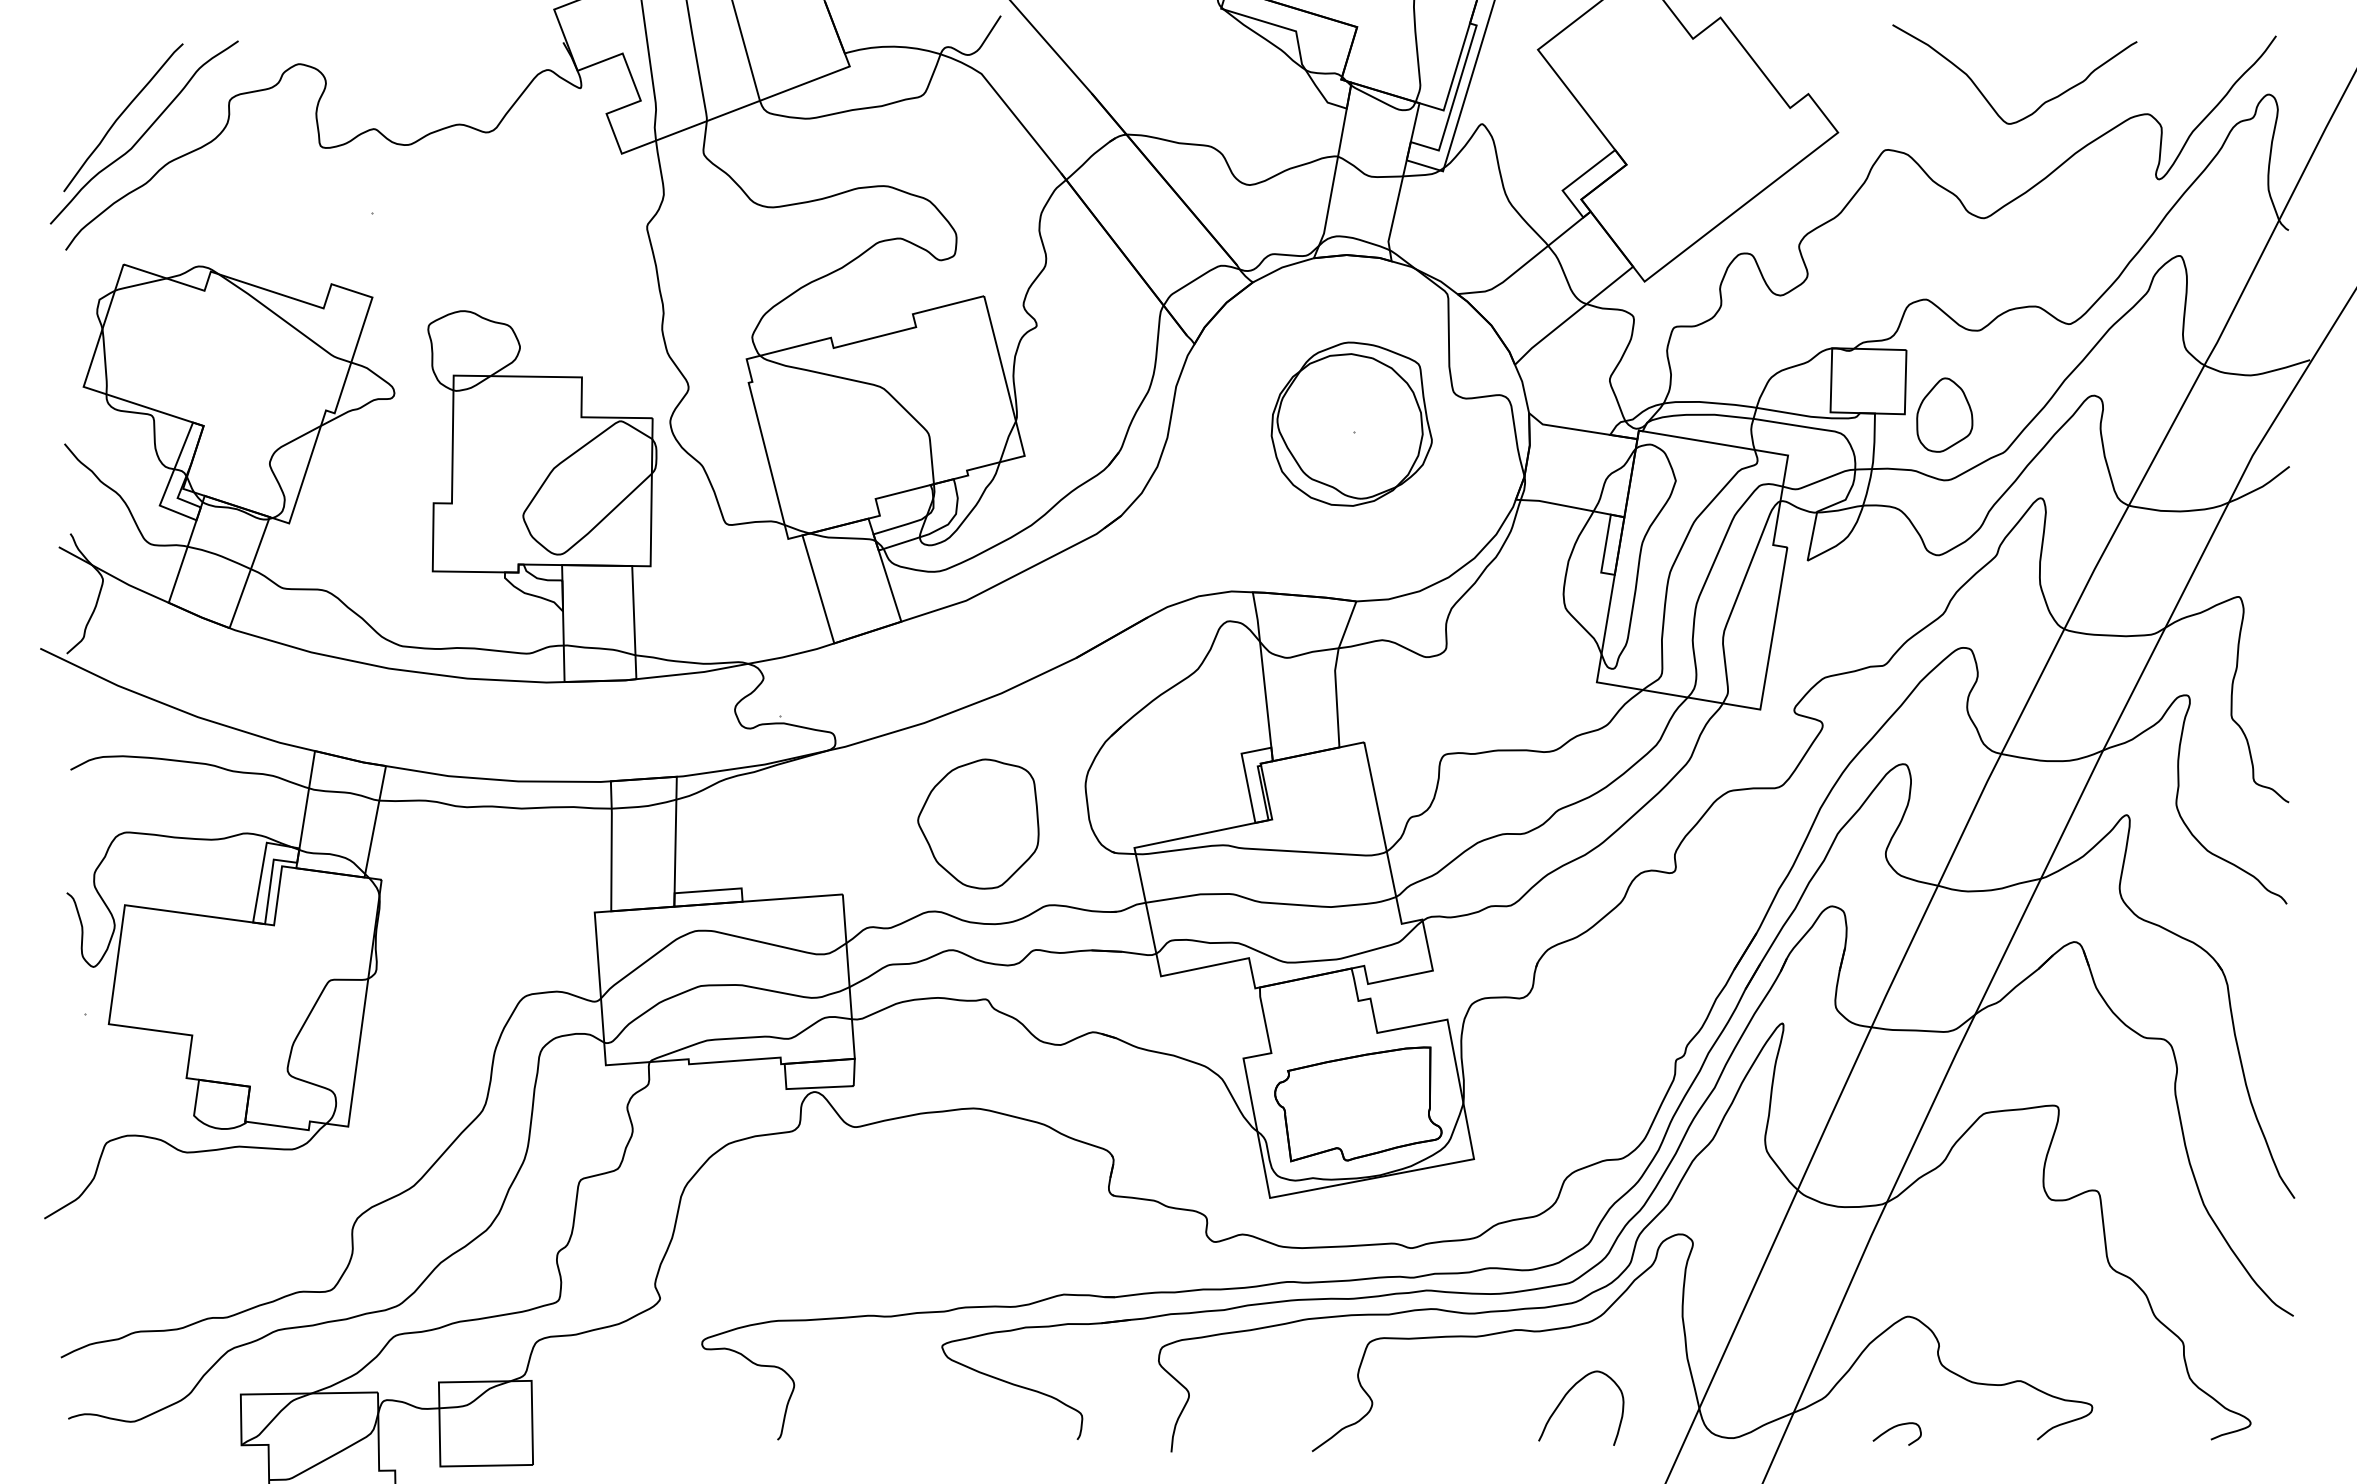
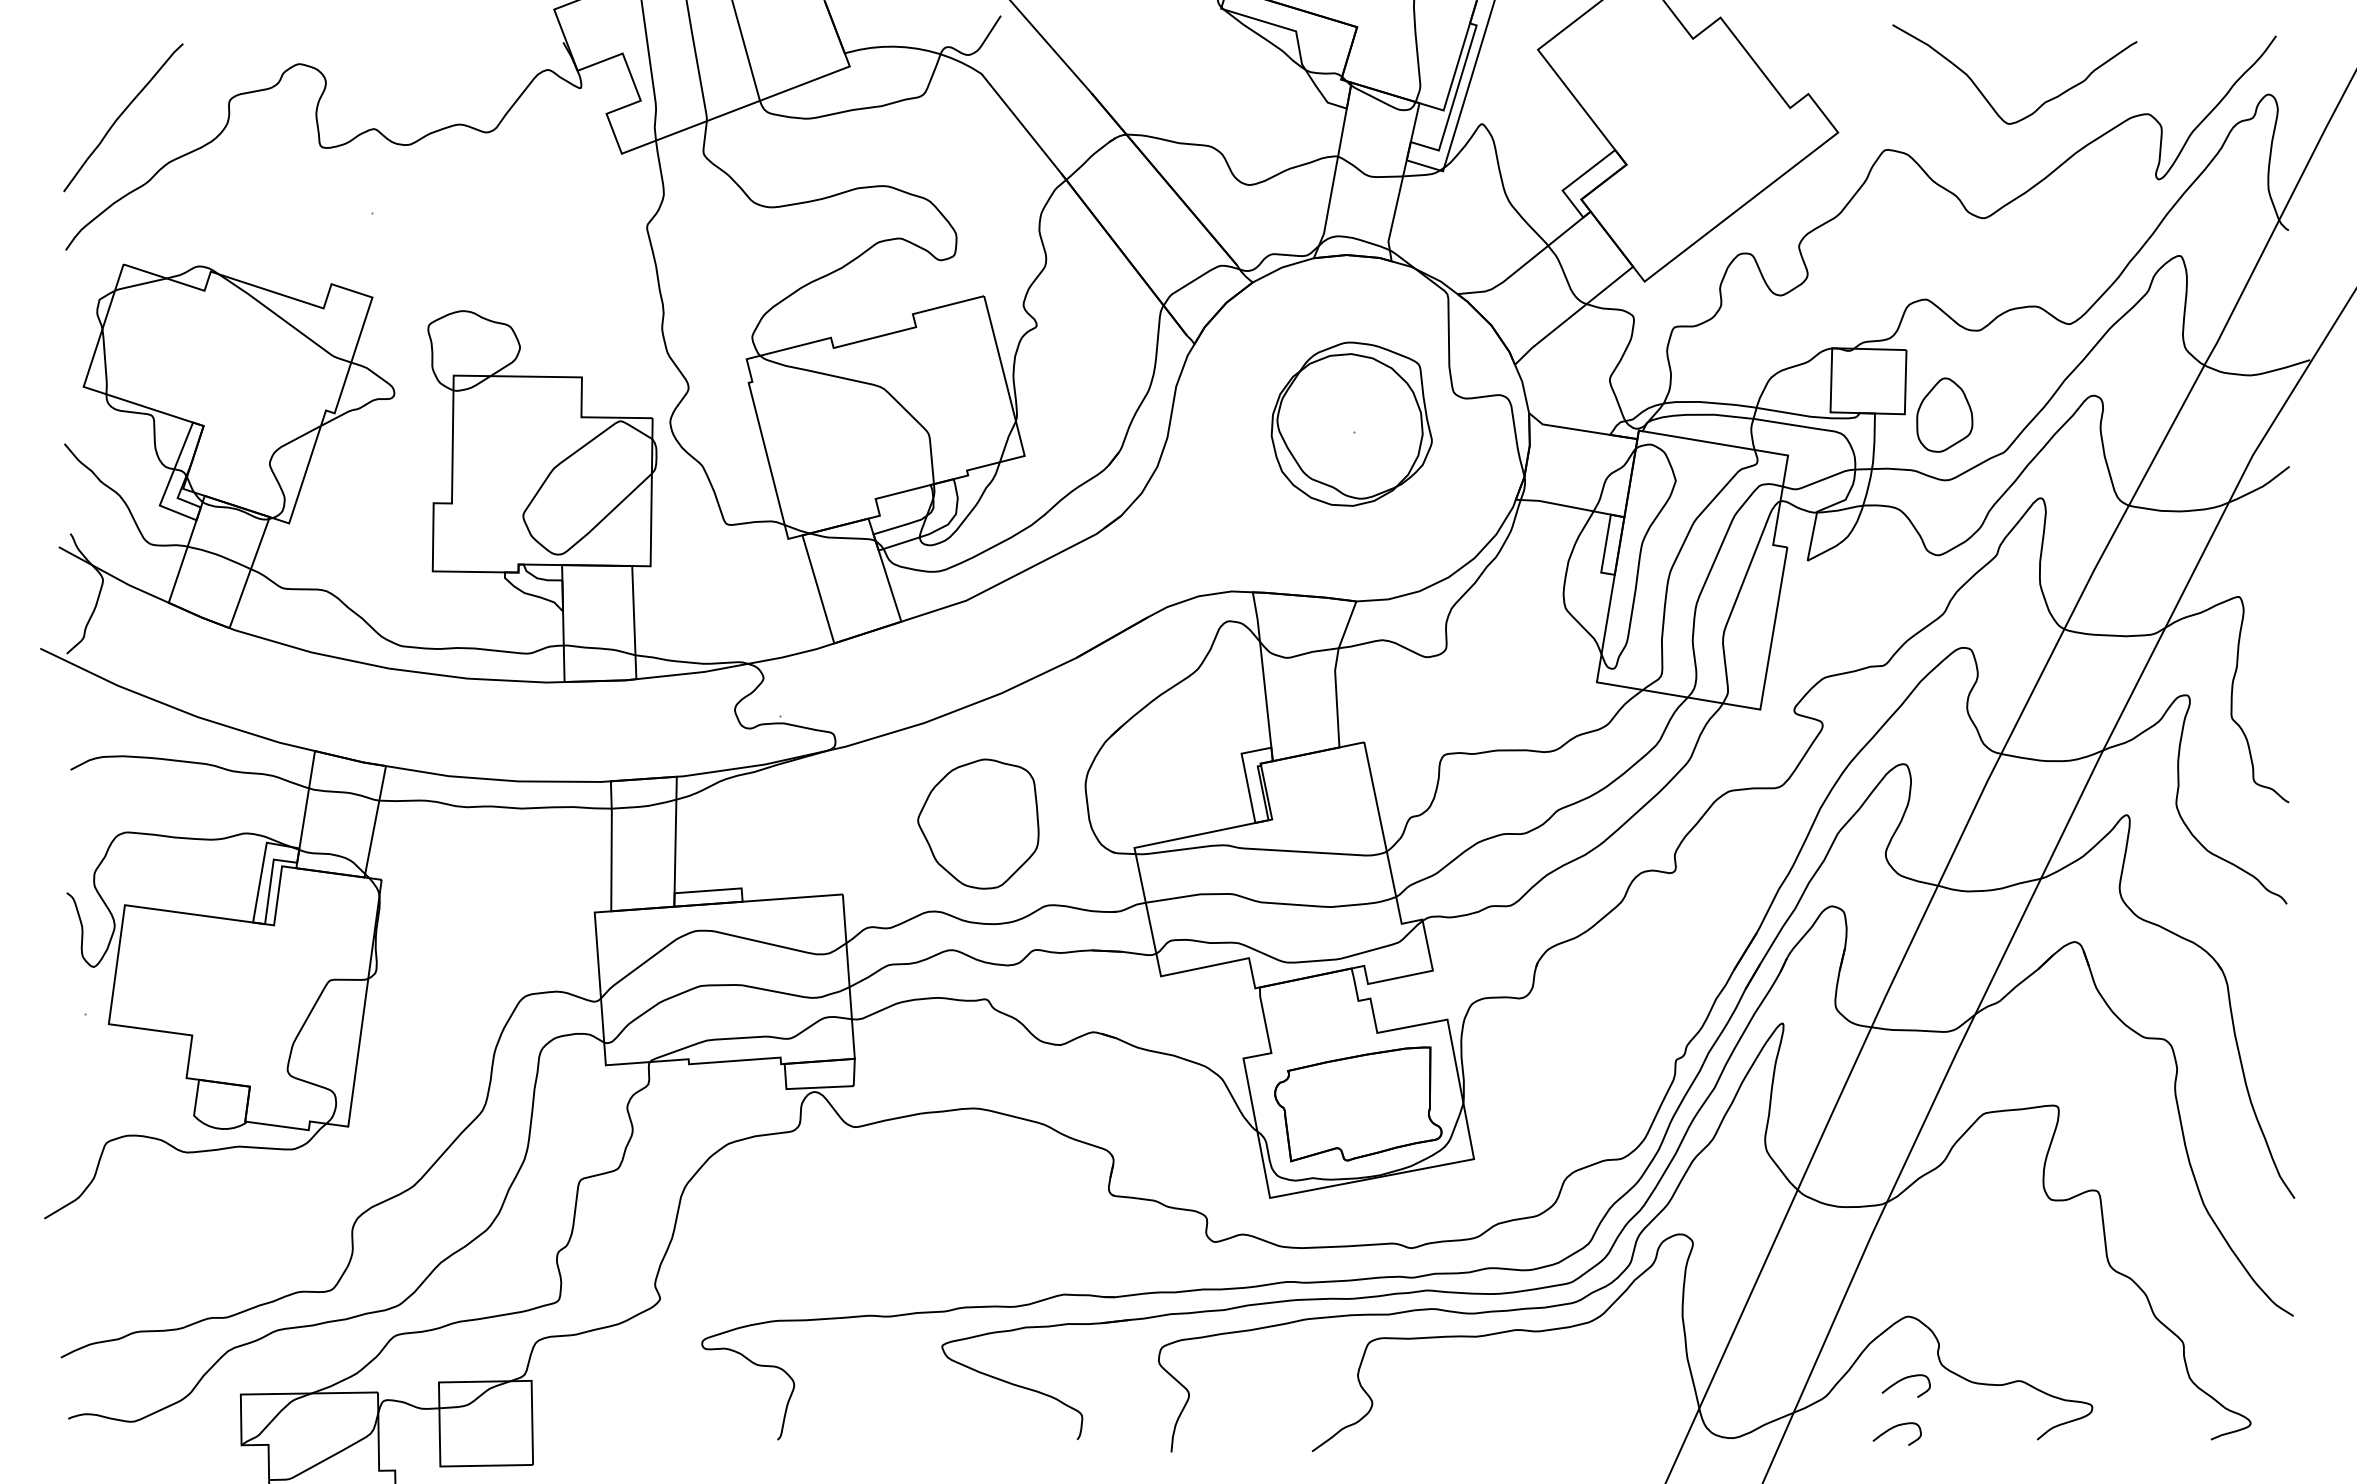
curve at (144, 132): present -> none
curve at (1902, 1380): none -> present
curve at (1565, 1397): present -> none
